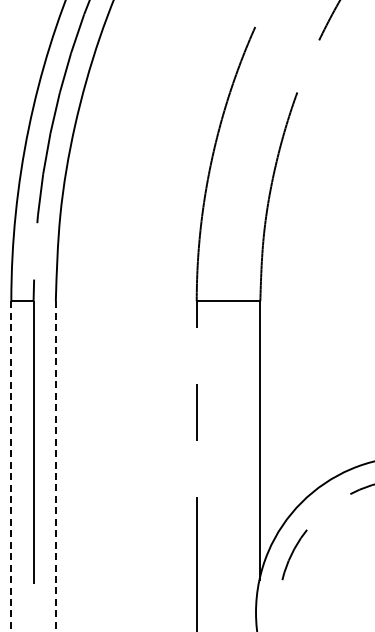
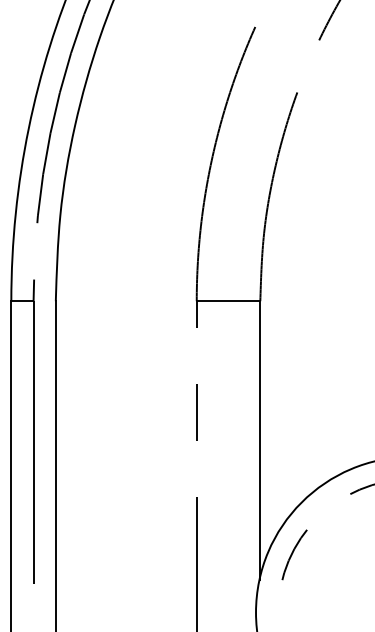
line at (11, 466): dashed -> solid
line at (55, 466): dashed -> solid
